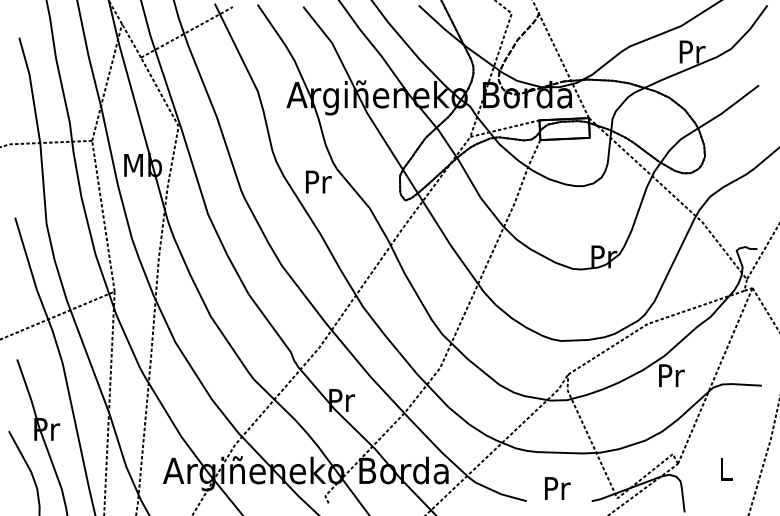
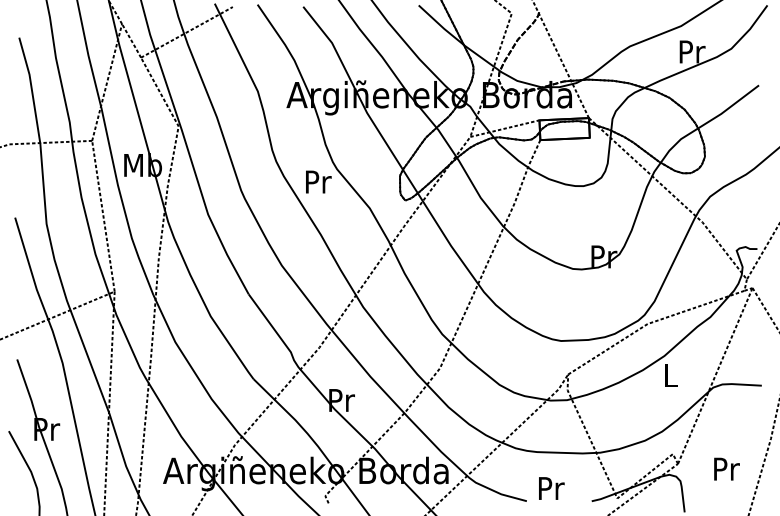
text at (671, 375): Pr -> L
text at (726, 468): L -> Pr
text at (557, 488) position: (557, 488) -> (551, 488)
